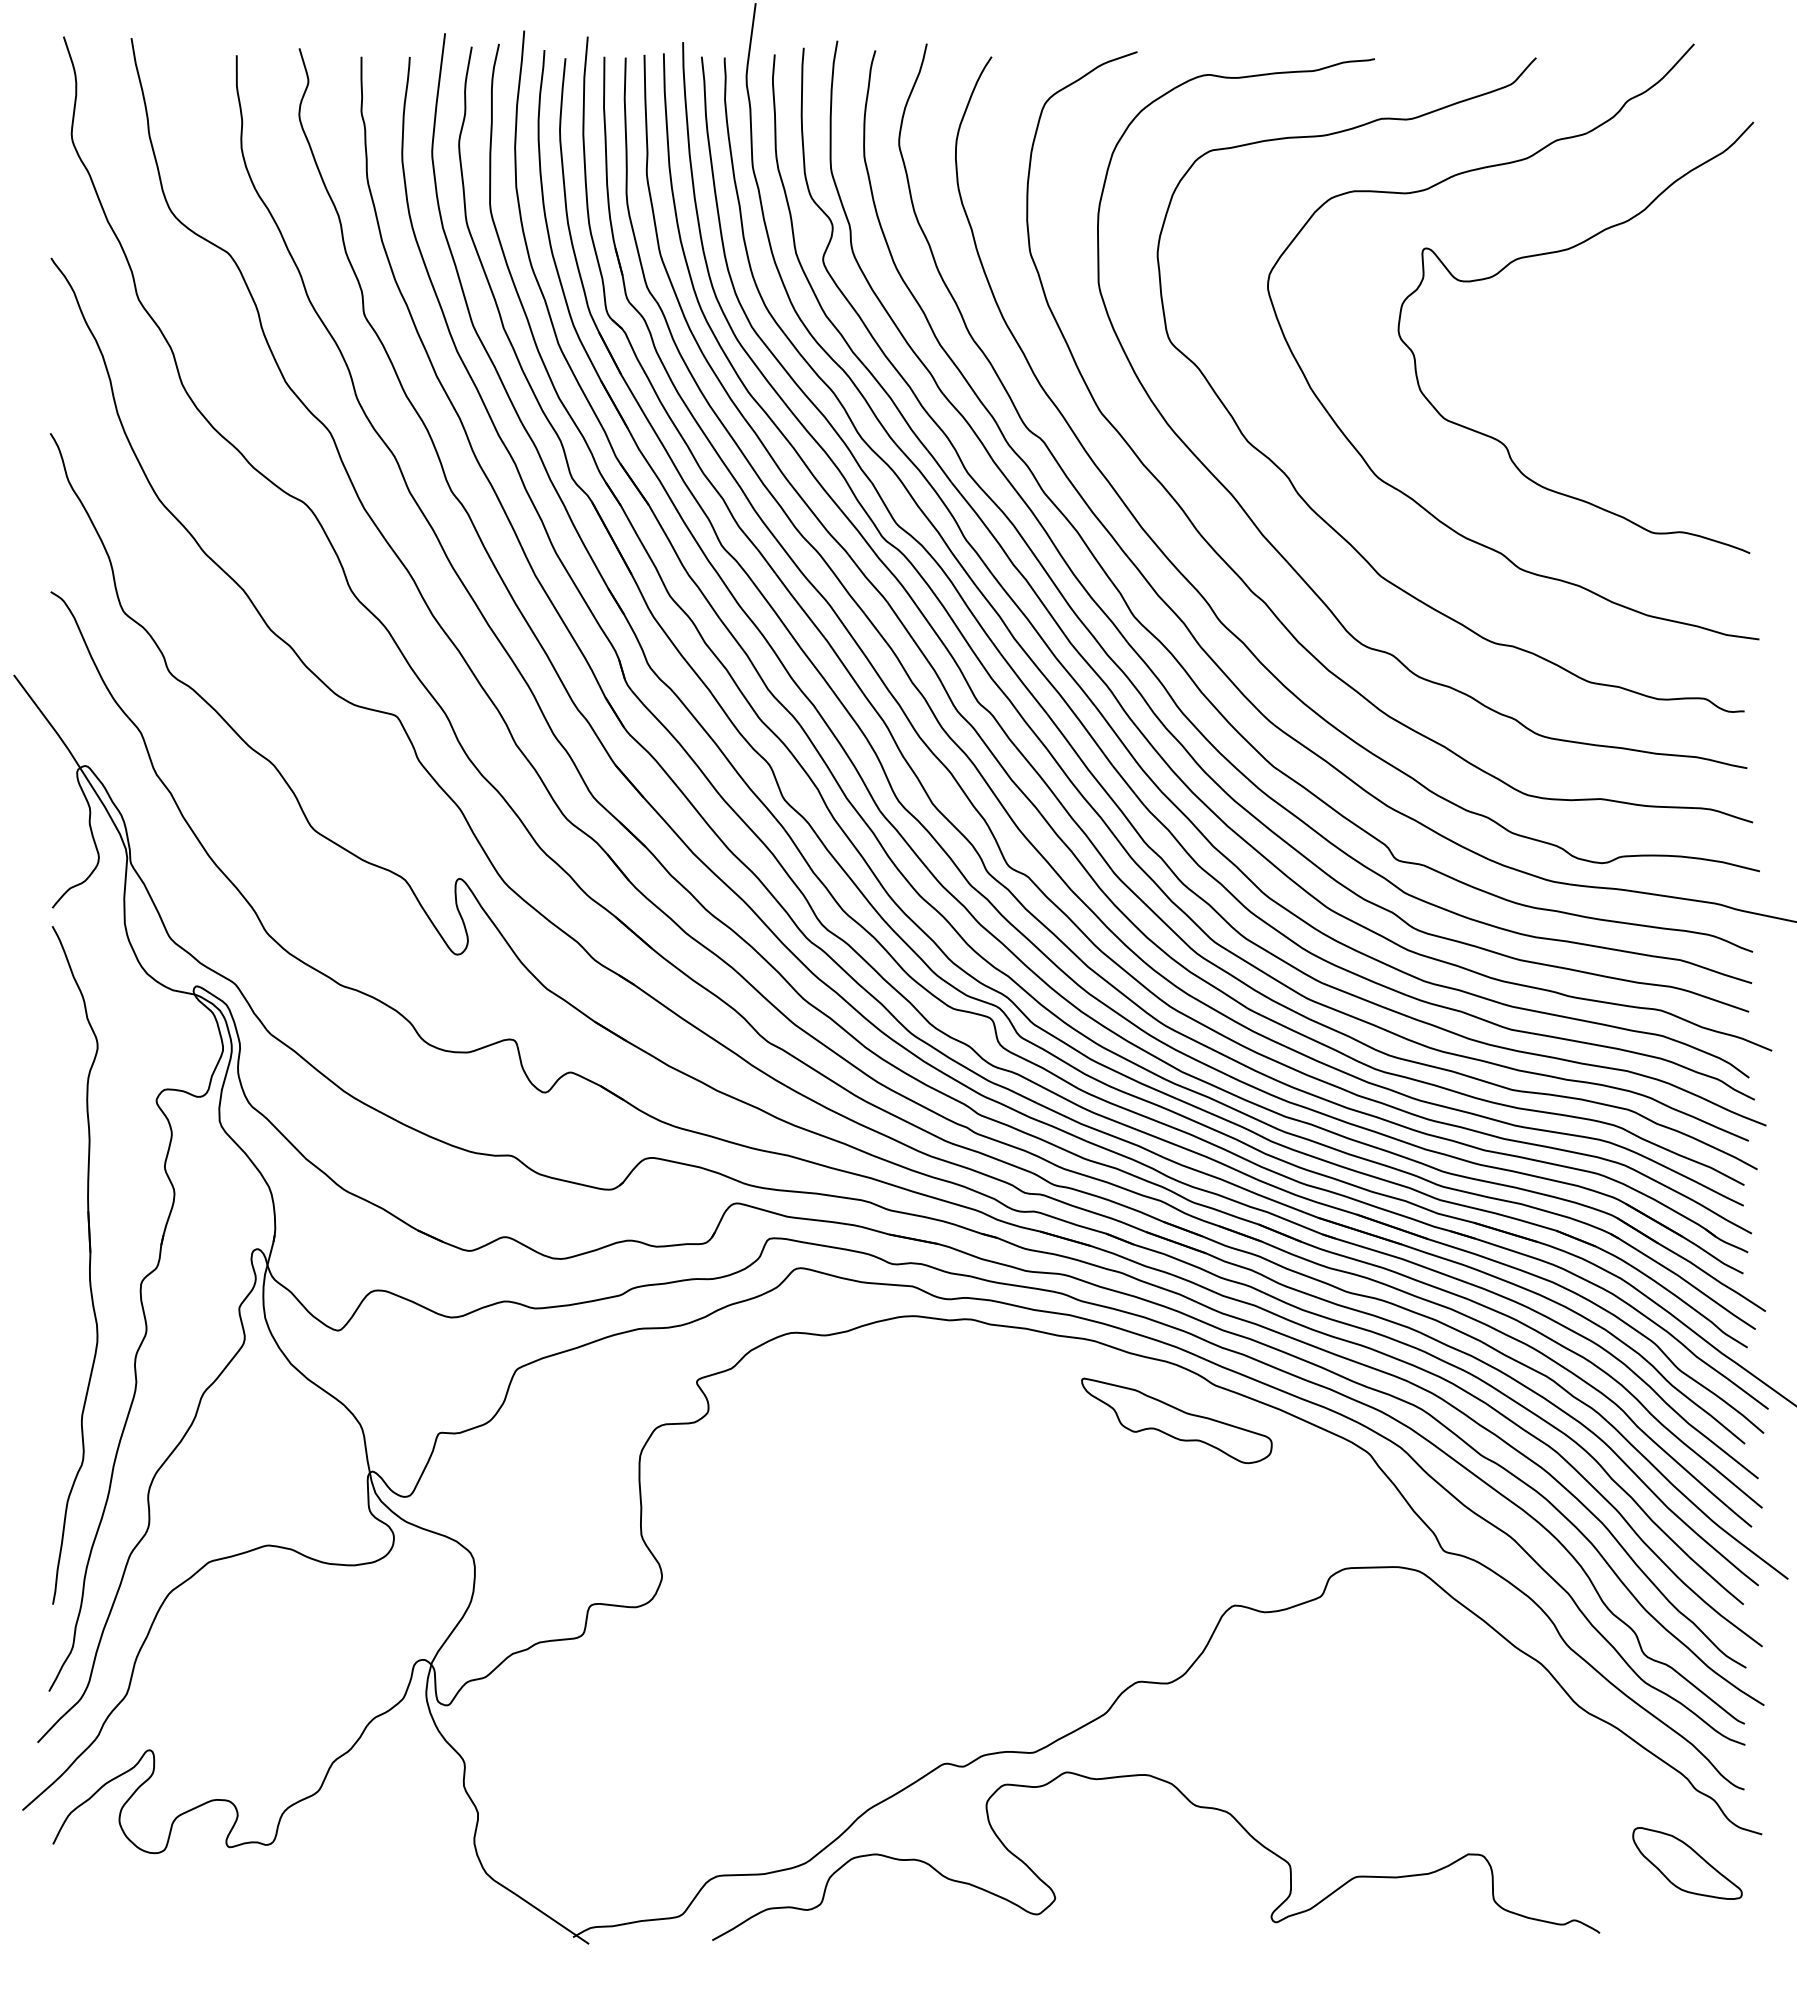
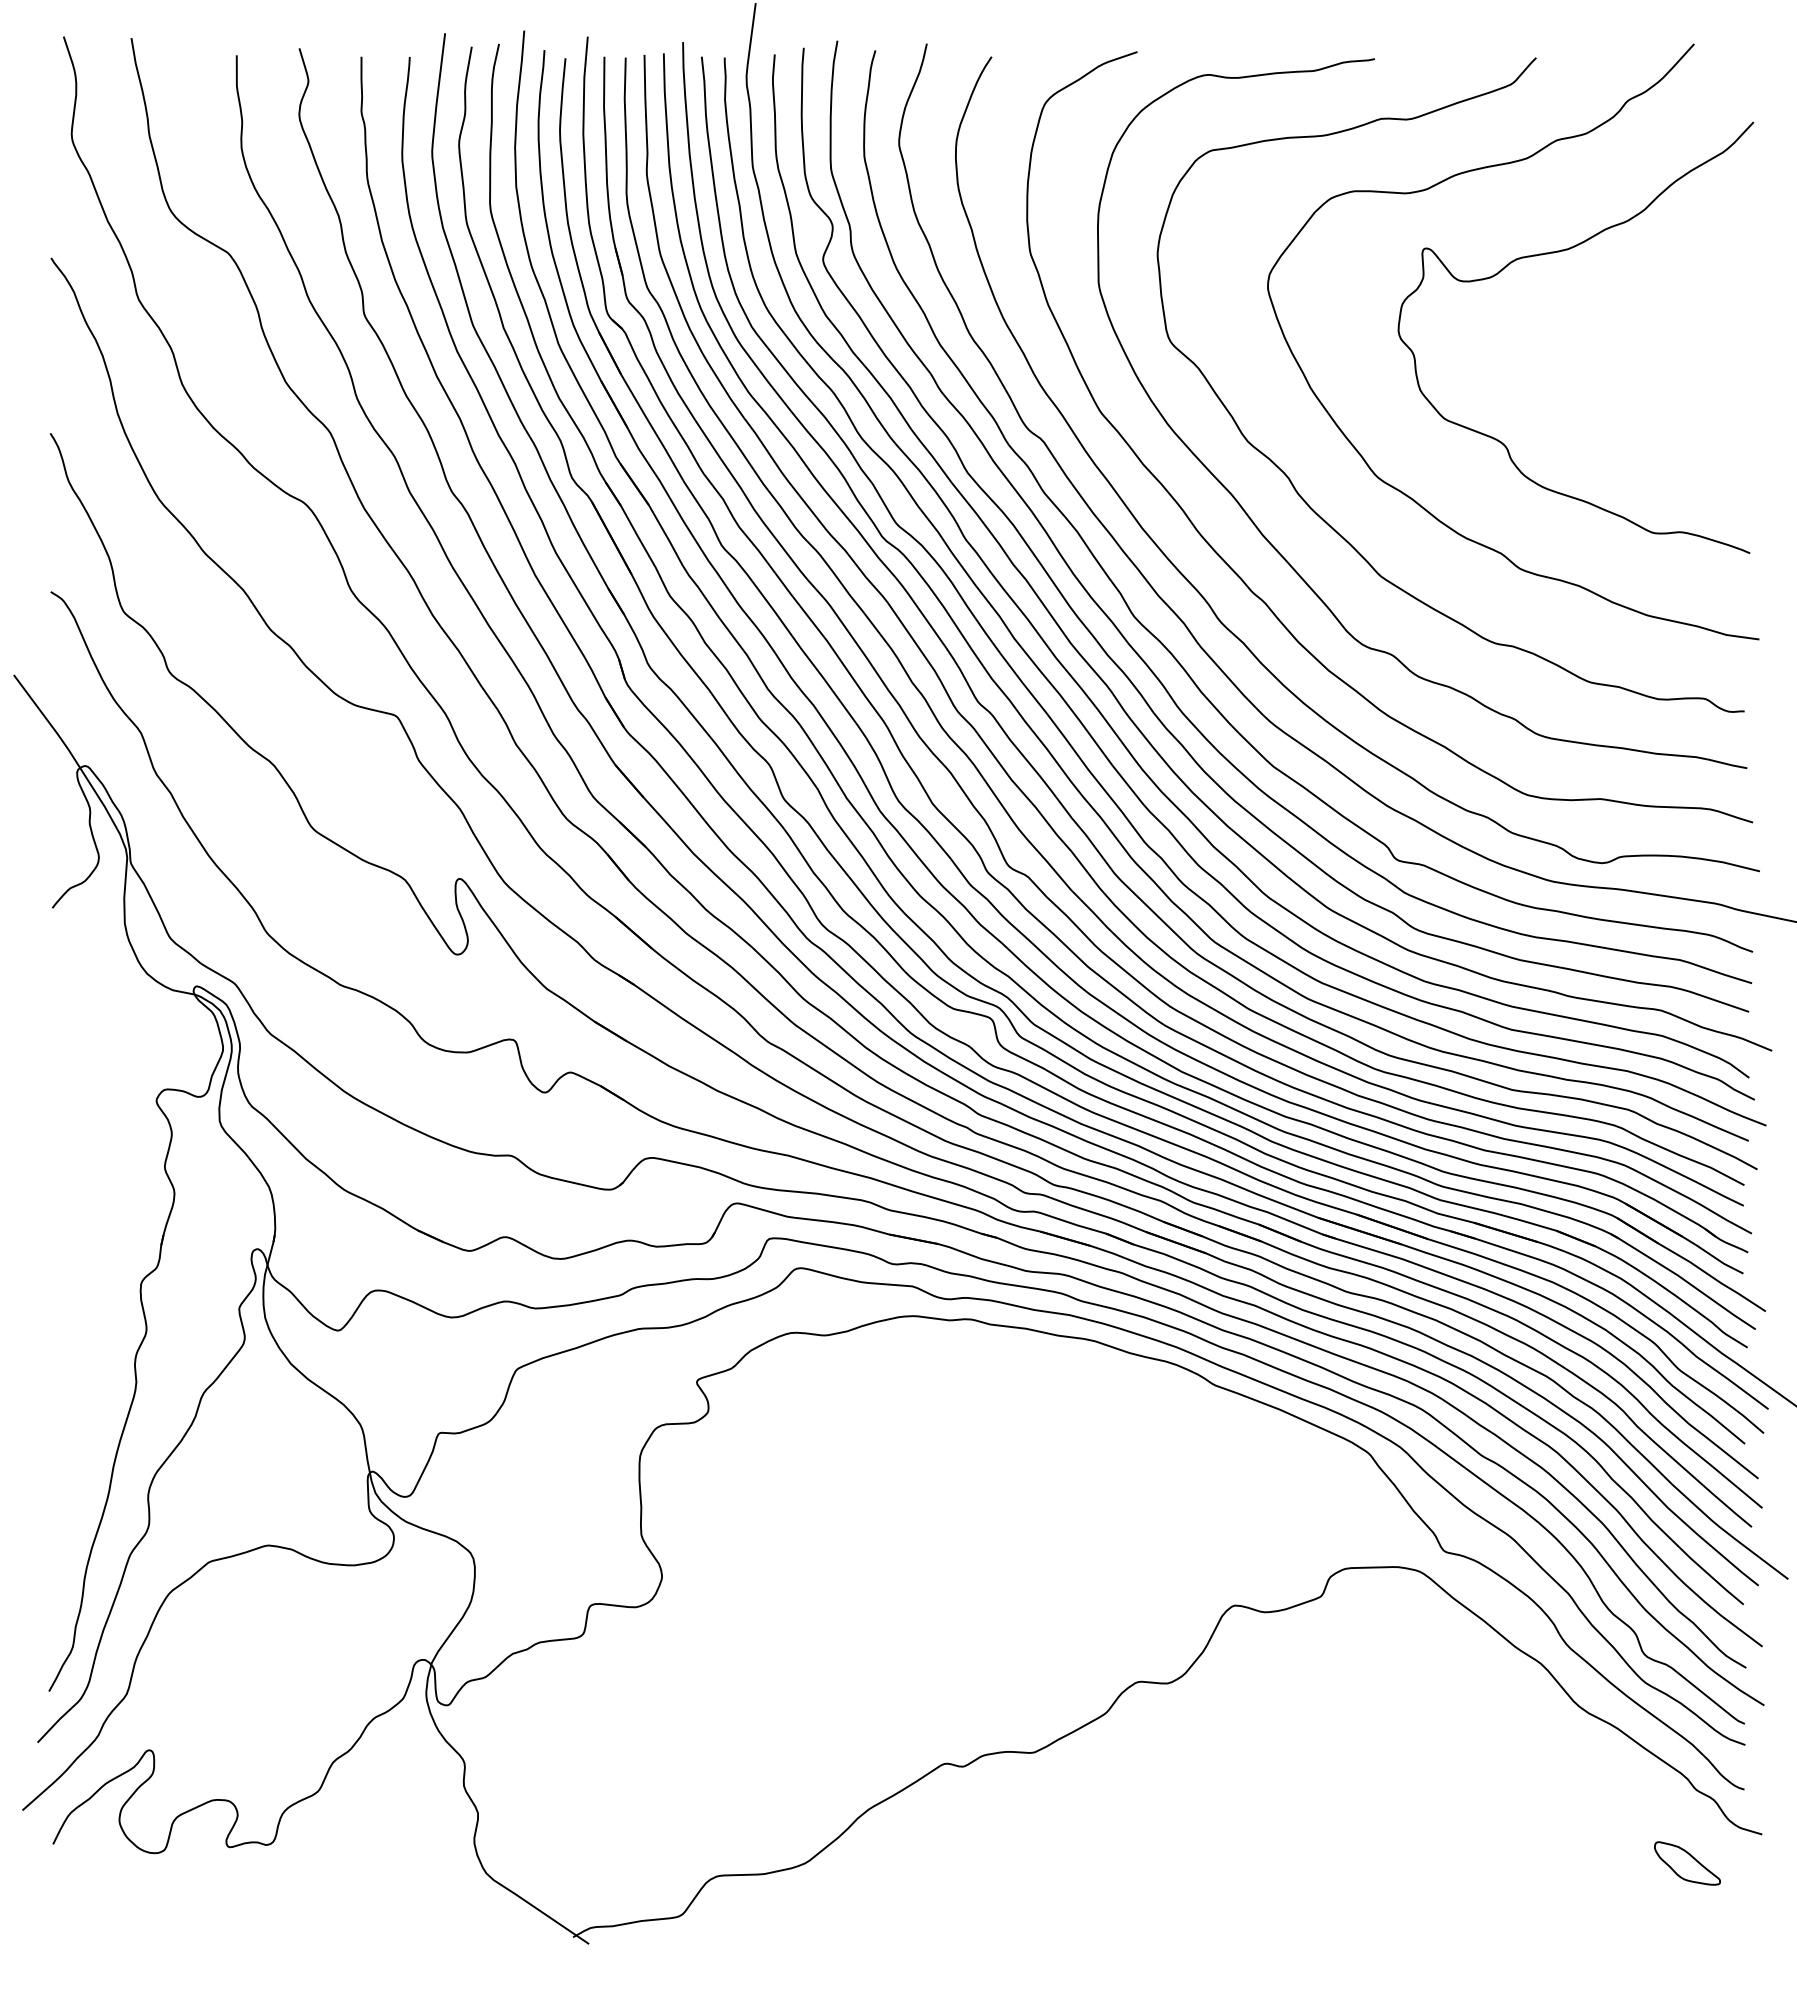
part at (89, 1265): present -> none
part at (1176, 1420): present -> none
curve at (1190, 1803): present -> none
part at (1687, 1863) size: 111x73 px -> 67x45 px
